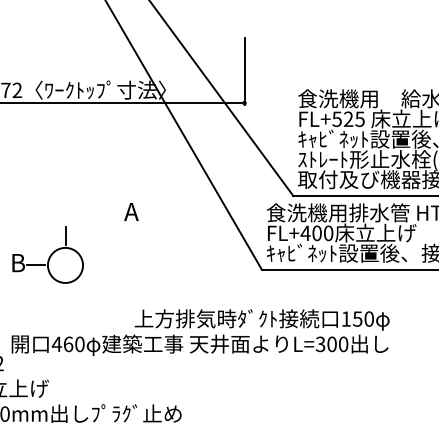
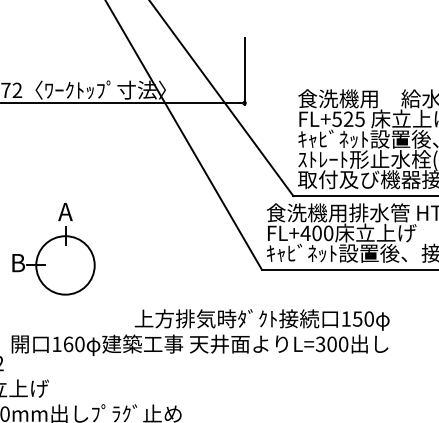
text at (131, 211) position: (131, 211) -> (65, 211)
circle at (65, 264) diameter: 35 px -> 58 px
text at (56, 343): 460 -> 160
